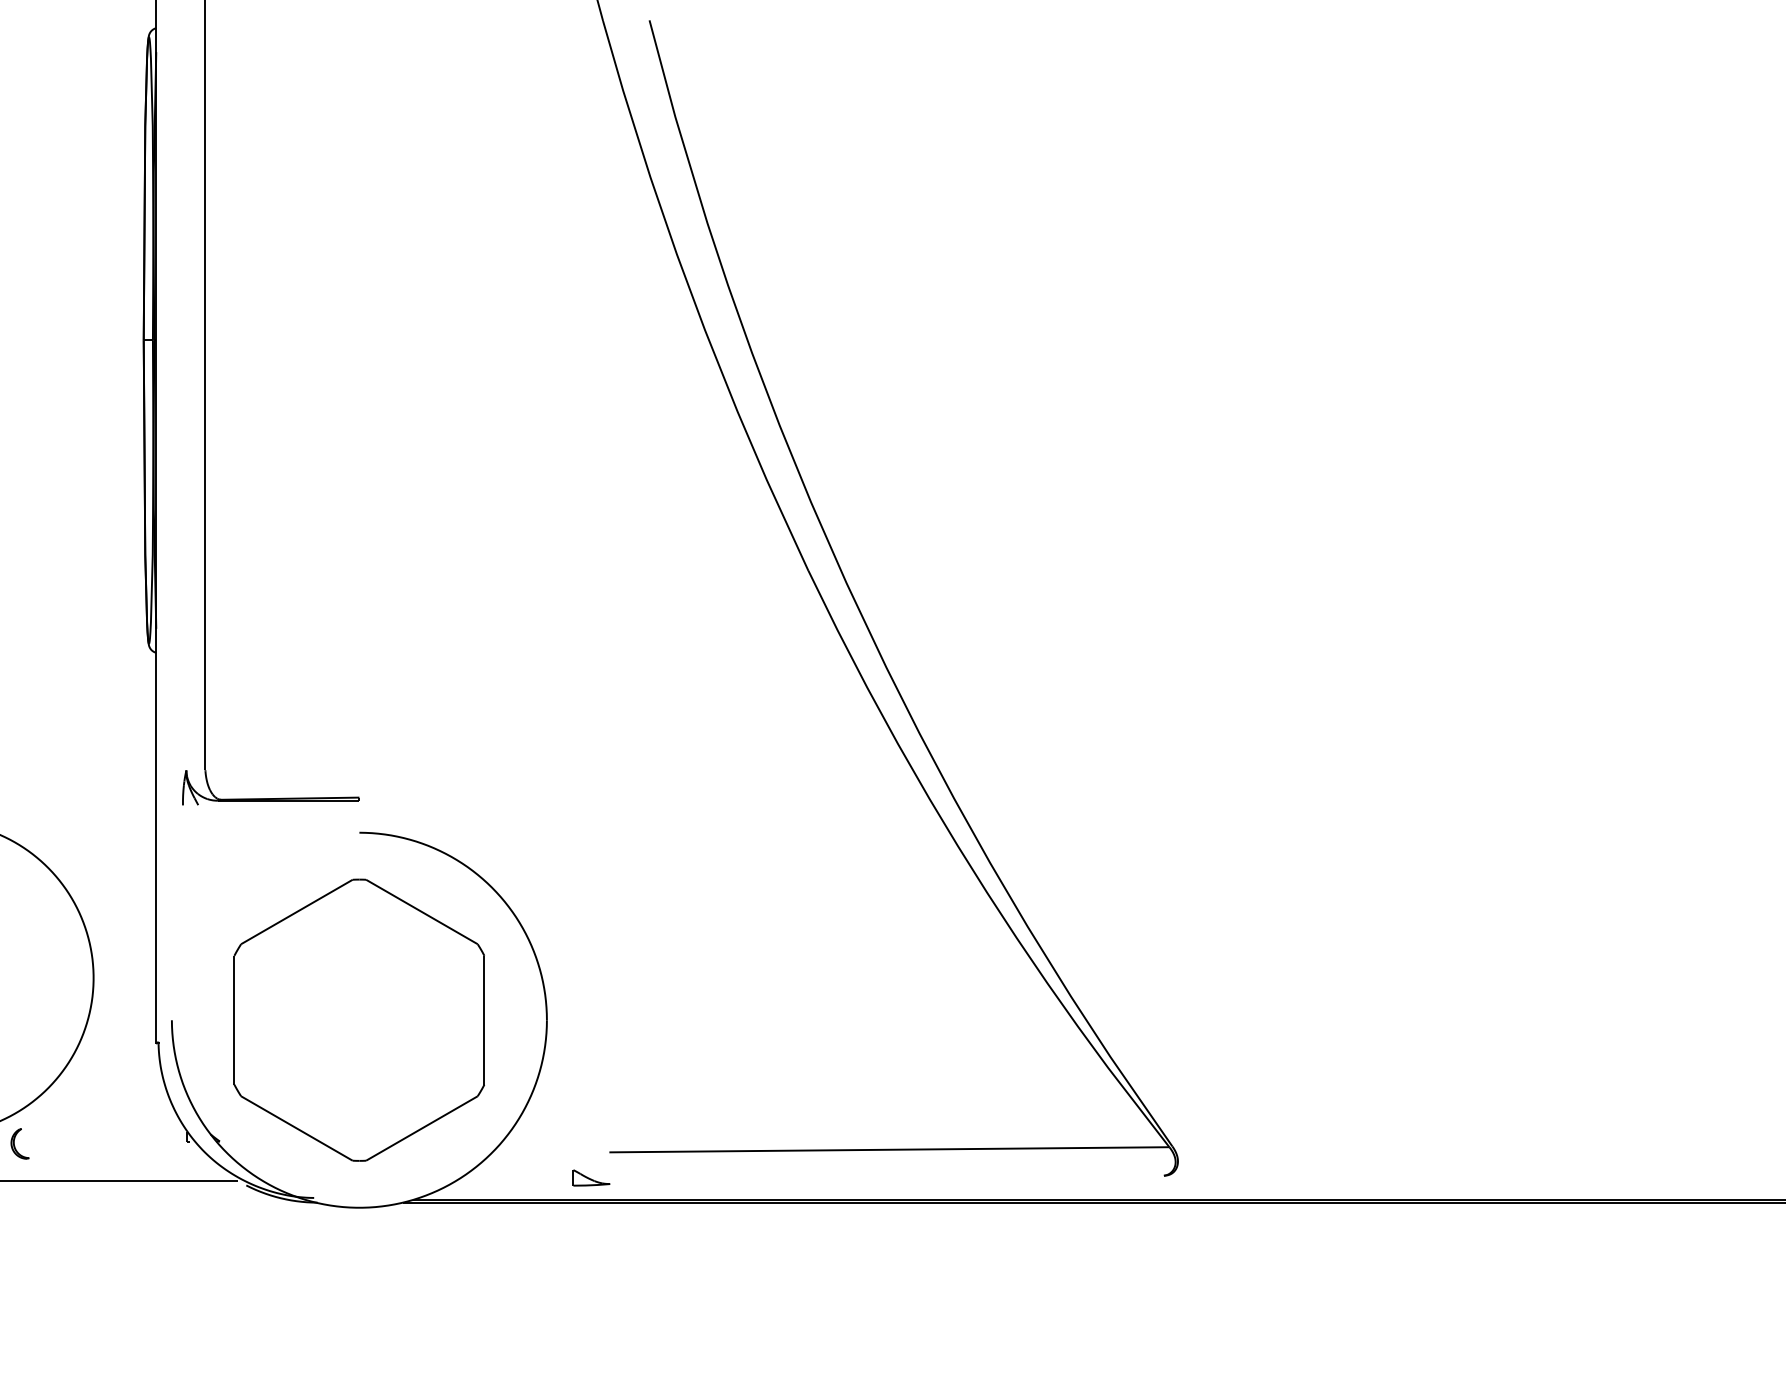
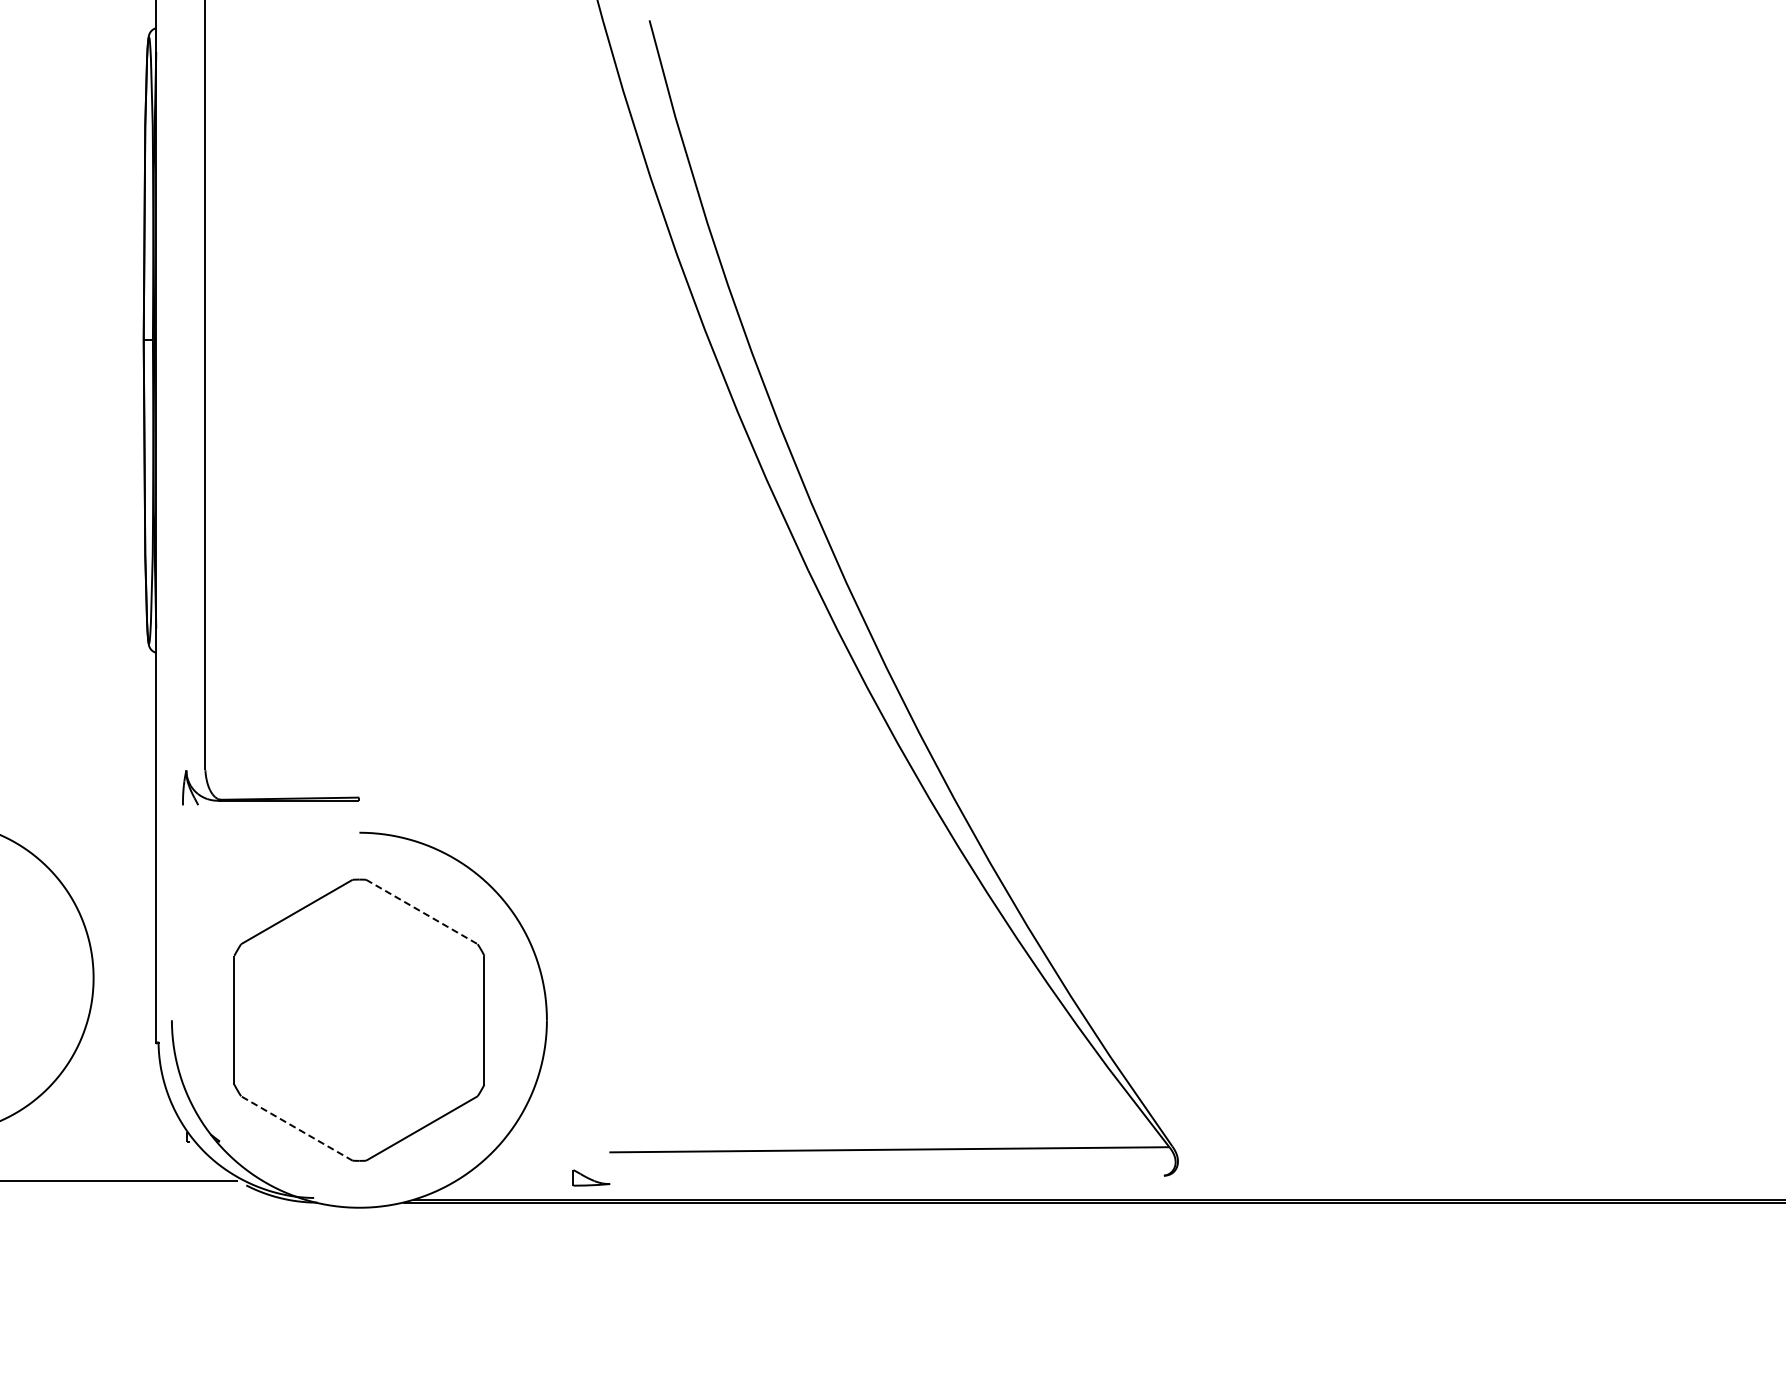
line at (422, 912): solid -> dashed
line at (296, 1128): solid -> dashed
part at (19, 1143): present -> none
